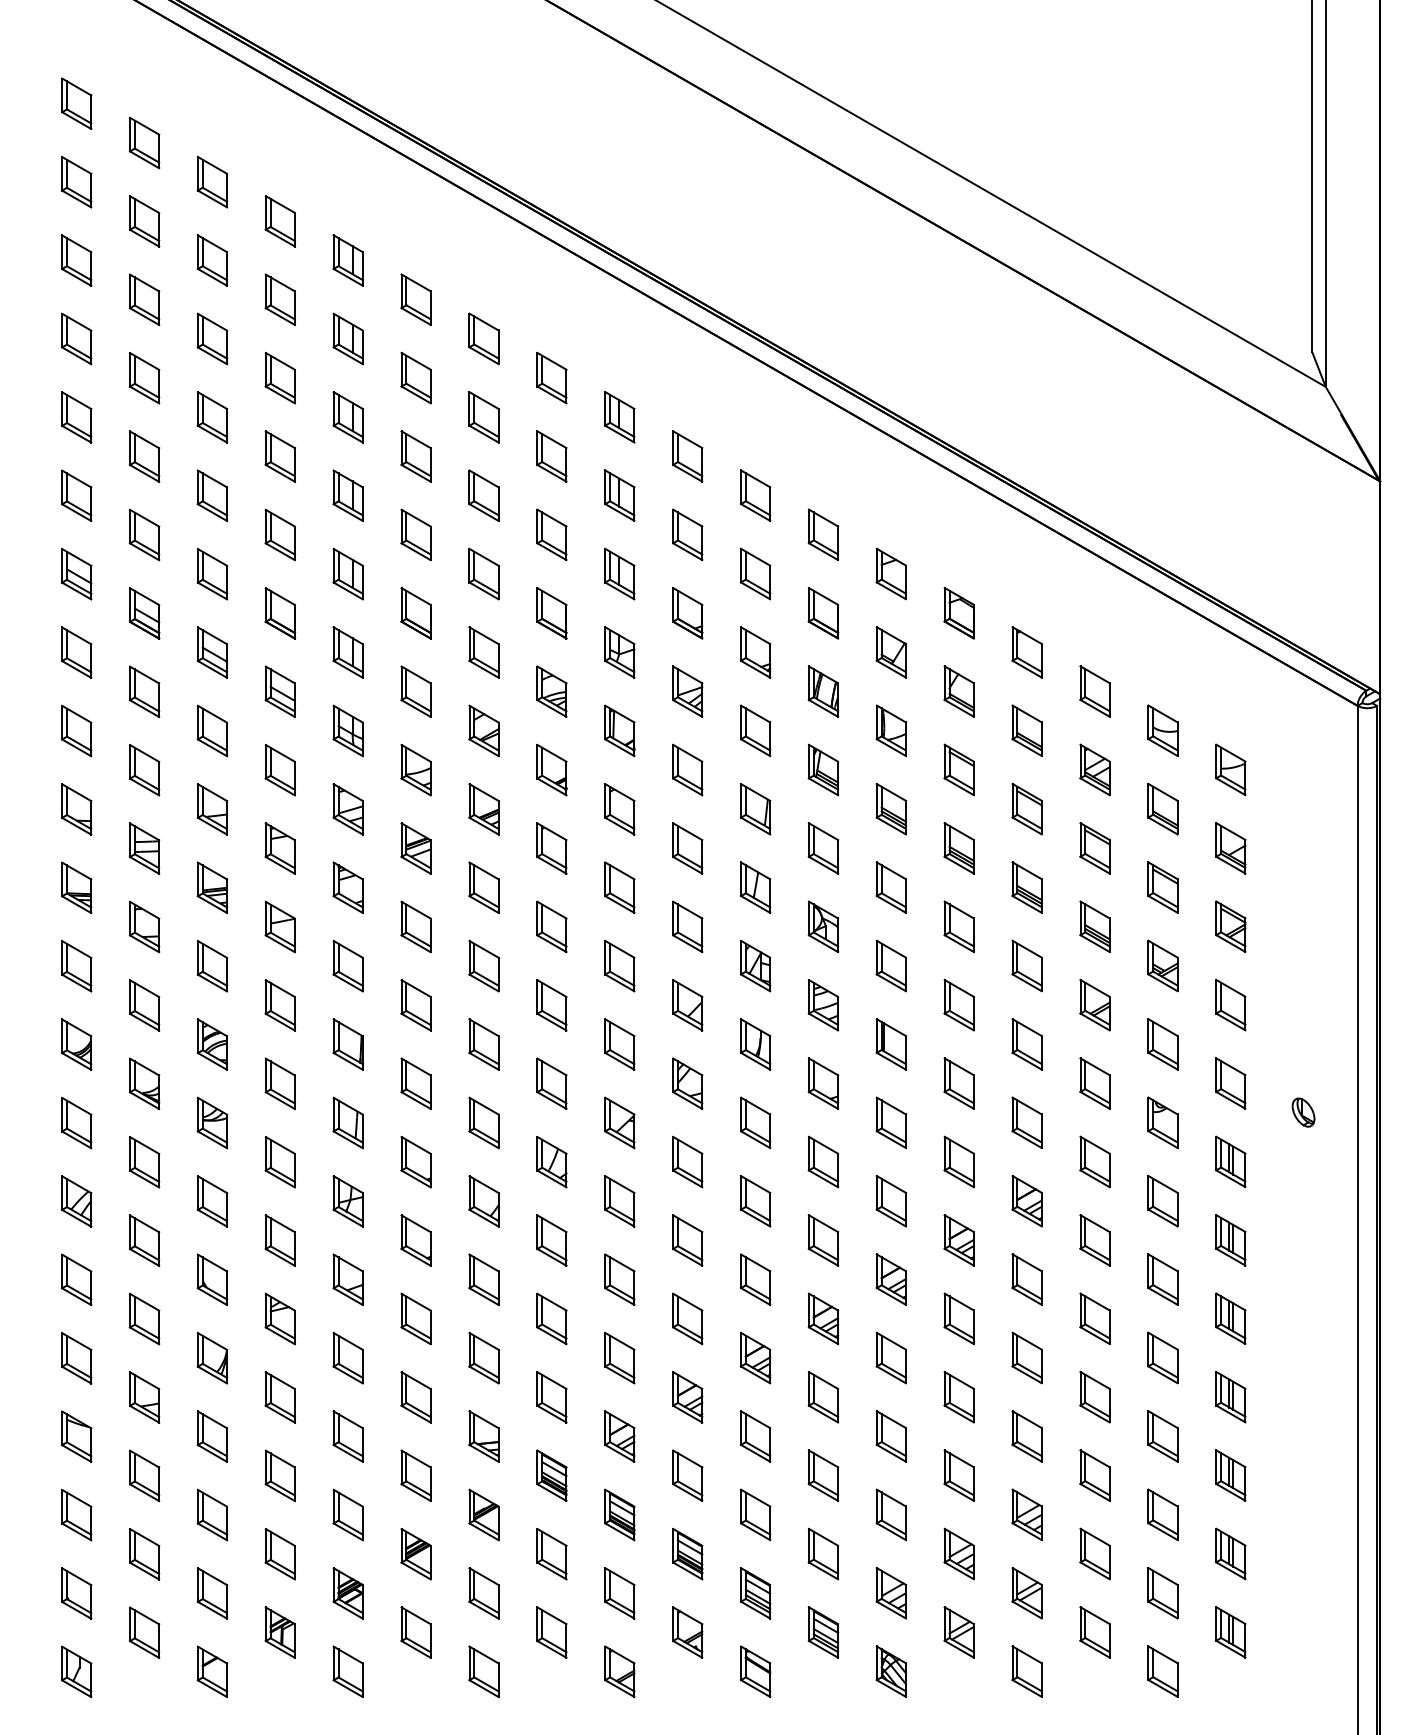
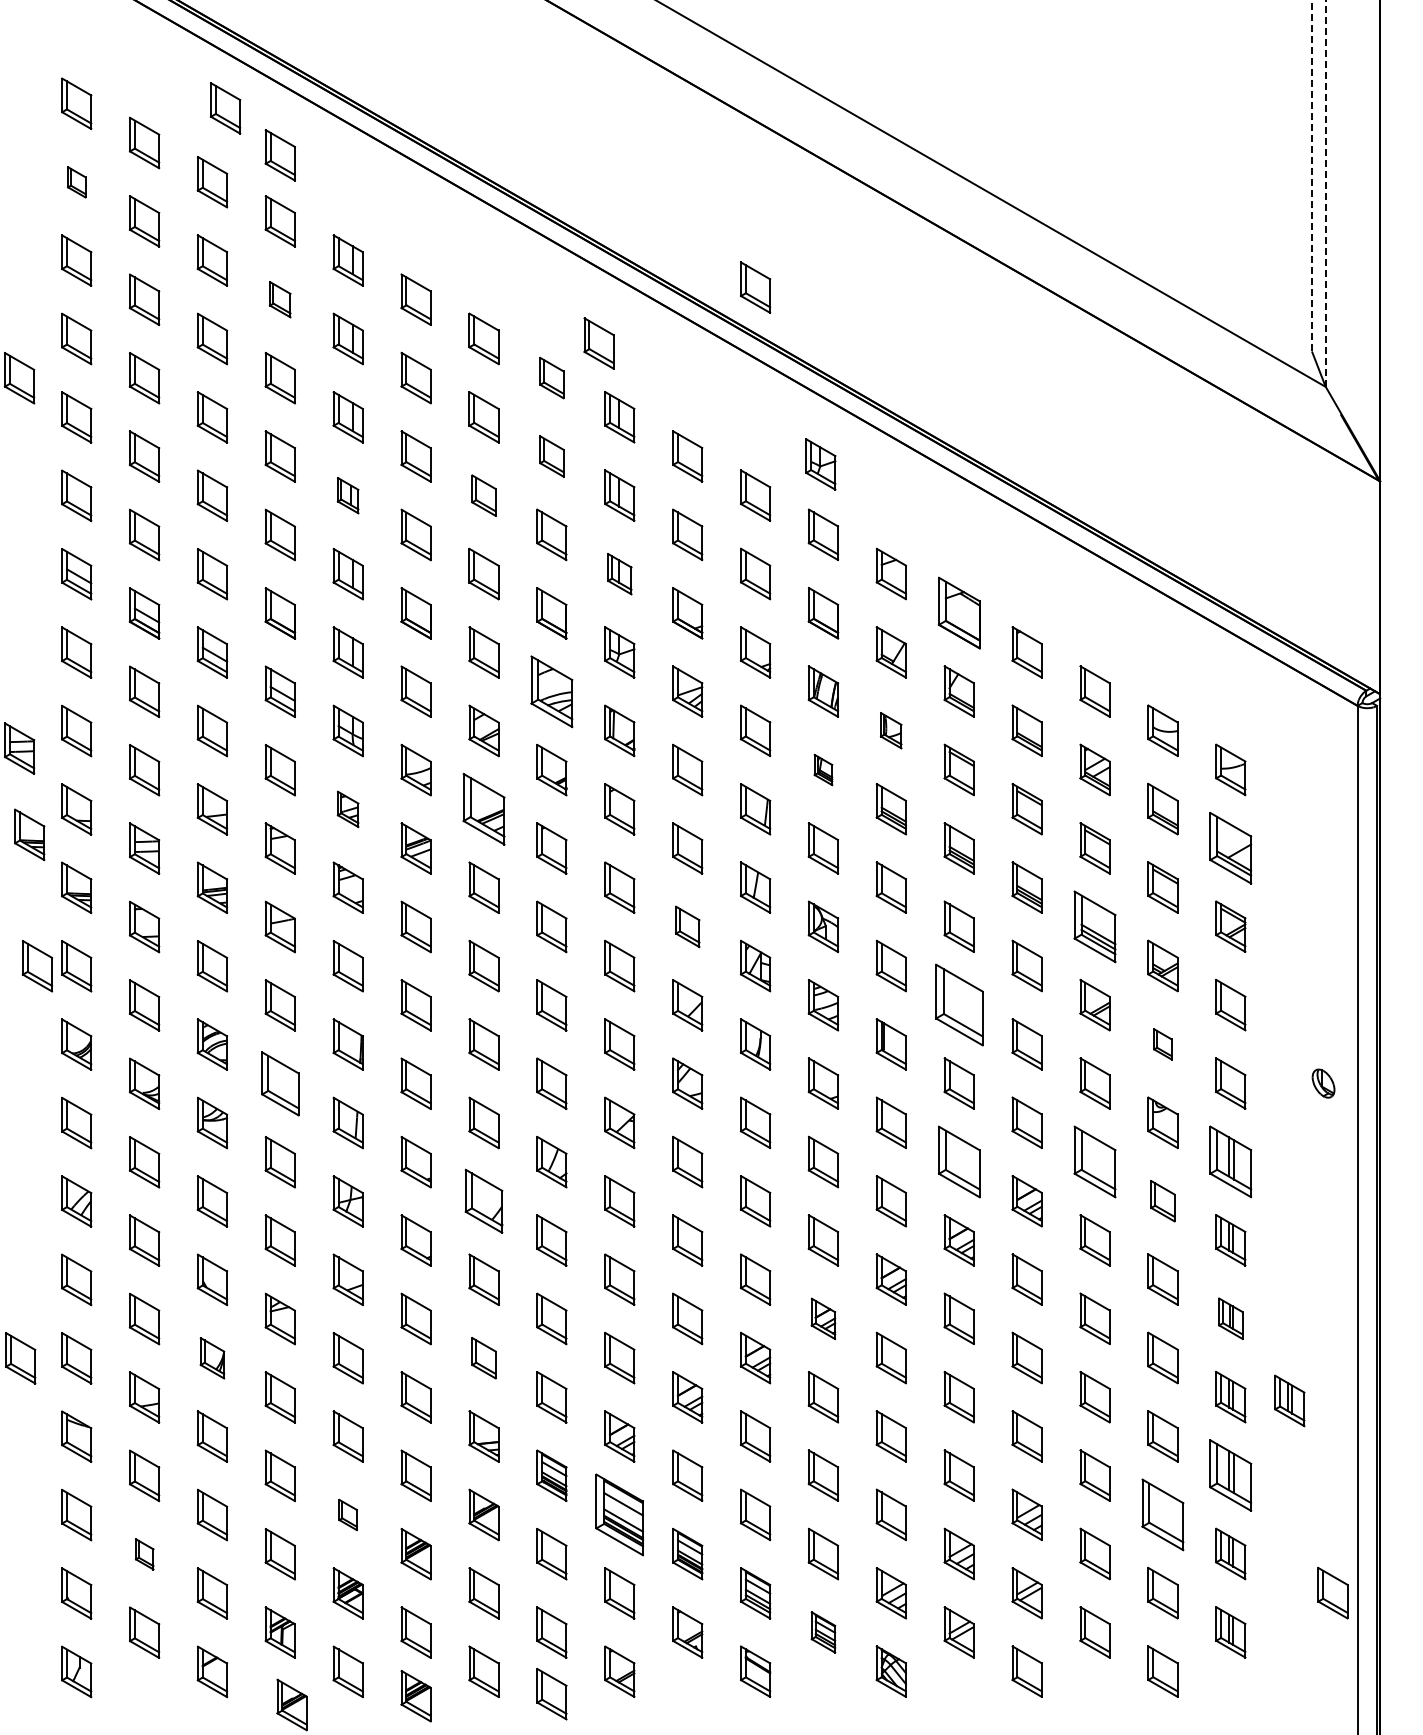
part at (225, 108): none -> present
part at (279, 155): none -> present
line at (1312, 176): solid -> dashed
part at (76, 182) size: 32x53 px -> 20x33 px
line at (1325, 193): solid -> dashed
part at (755, 287): none -> present
part at (279, 299) size: 32x53 px -> 24x38 px
part at (598, 343): none -> present
part at (551, 377) size: 32x54 px -> 26x43 px
part at (19, 378): none -> present
part at (551, 456) size: 32x53 px -> 26x43 px
part at (820, 464): none -> present
part at (347, 495) size: 32x53 px -> 24x38 px
part at (483, 495) size: 32x53 px -> 26x43 px
part at (619, 574) size: 32x53 px -> 26x43 px
part at (958, 613) size: 32x53 px -> 44x74 px
part at (551, 691) size: 32x53 px -> 44x74 px
part at (890, 730) size: 32x53 px -> 23x38 px
part at (19, 748): none -> present
part at (823, 769) size: 33x54 px -> 21x34 px
part at (347, 809) size: 32x53 px -> 24x39 px
part at (483, 809) size: 32x53 px -> 44x73 px
part at (29, 834): none -> present
part at (1230, 848) size: 32x53 px -> 44x73 px
part at (687, 926) size: 32x54 px -> 26x44 px
part at (1094, 926) size: 32x53 px -> 44x74 px
part at (37, 966): none -> present
part at (958, 1005) size: 32x53 px -> 49x84 px
part at (1162, 1044) size: 32x53 px -> 20x33 px
part at (279, 1083) size: 32x53 px -> 39x66 px
part at (1303, 1112) position: (1303, 1112) -> (1323, 1083)
part at (958, 1161) size: 32x54 px -> 43x74 px
part at (1094, 1161) size: 32x54 px -> 44x74 px
part at (1230, 1161) size: 32x54 px -> 44x74 px
part at (483, 1201) size: 32x53 px -> 40x66 px
part at (1162, 1201) size: 32x53 px -> 26x43 px
part at (823, 1318) size: 33x54 px -> 27x44 px
part at (1230, 1318) size: 32x53 px -> 26x43 px
part at (20, 1358): none -> present
part at (212, 1358) size: 33x53 px -> 27x43 px
part at (483, 1358) size: 32x53 px -> 26x43 px
part at (1289, 1400): none -> present
part at (1230, 1475) size: 32x53 px -> 44x73 px
part at (347, 1514) size: 32x54 px -> 20x34 px
part at (619, 1514) size: 32x54 px -> 50x84 px
part at (1162, 1514) size: 32x53 px -> 44x74 px
part at (144, 1554) size: 32x53 px -> 21x33 px
part at (1332, 1593): none -> present
part at (823, 1632) size: 33x53 px -> 27x43 px
part at (551, 1694): none -> present
part at (415, 1696): none -> present
part at (291, 1704): none -> present
